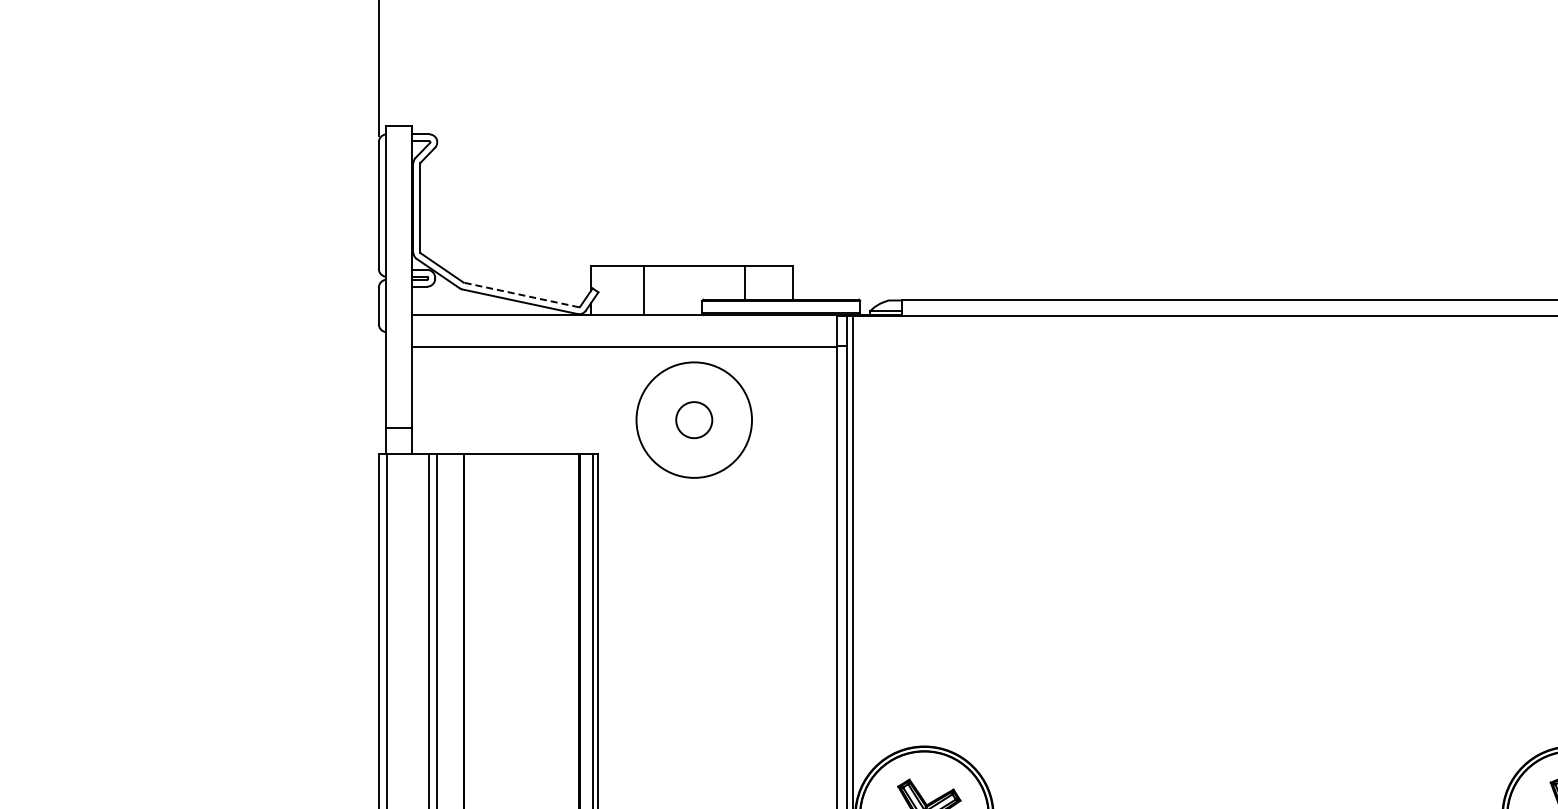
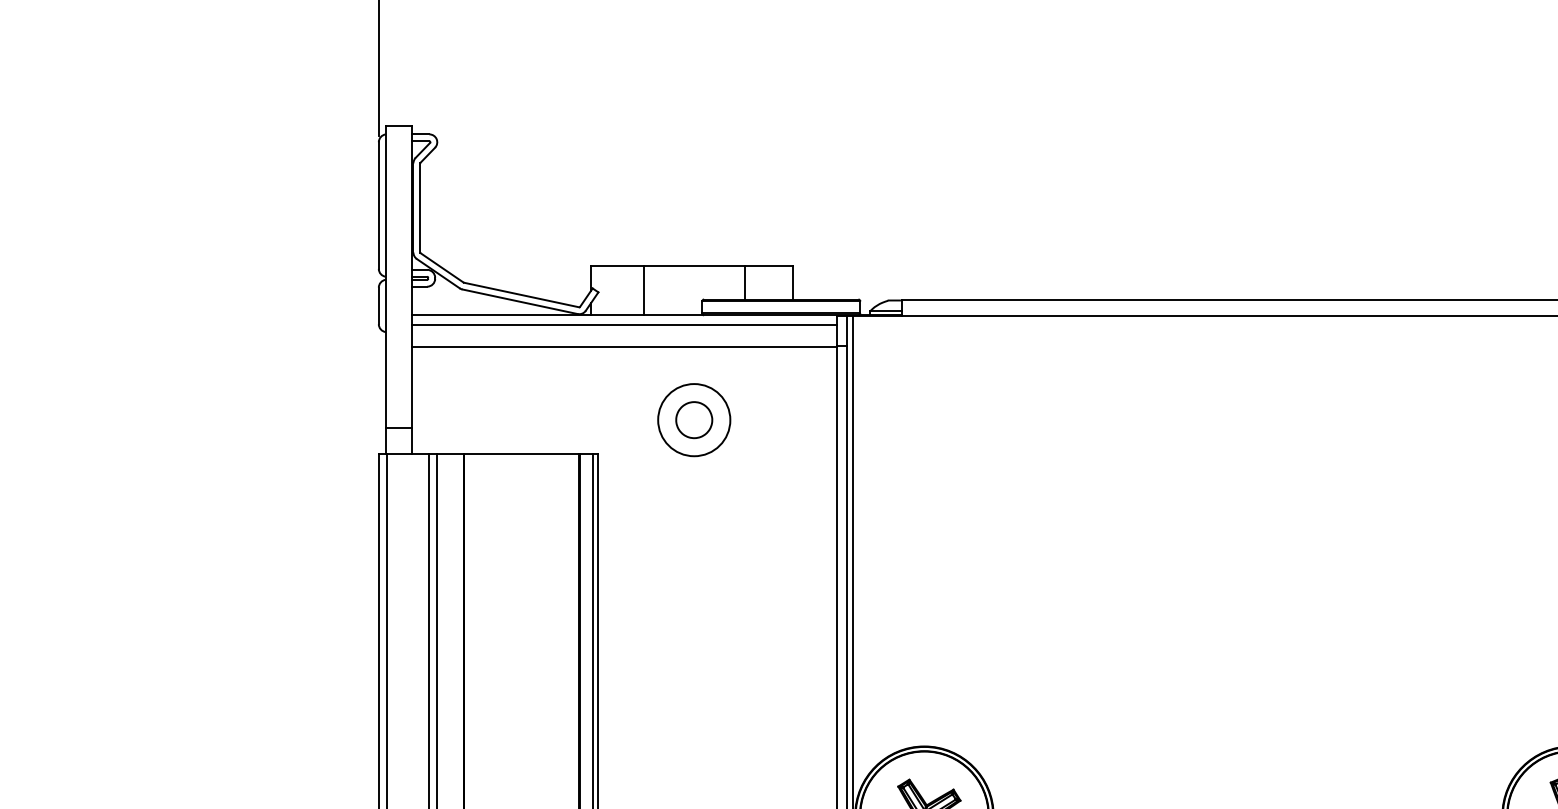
line at (521, 295): dashed -> solid
line at (624, 325): none -> present
circle at (694, 419) diameter: 115 px -> 72 px
